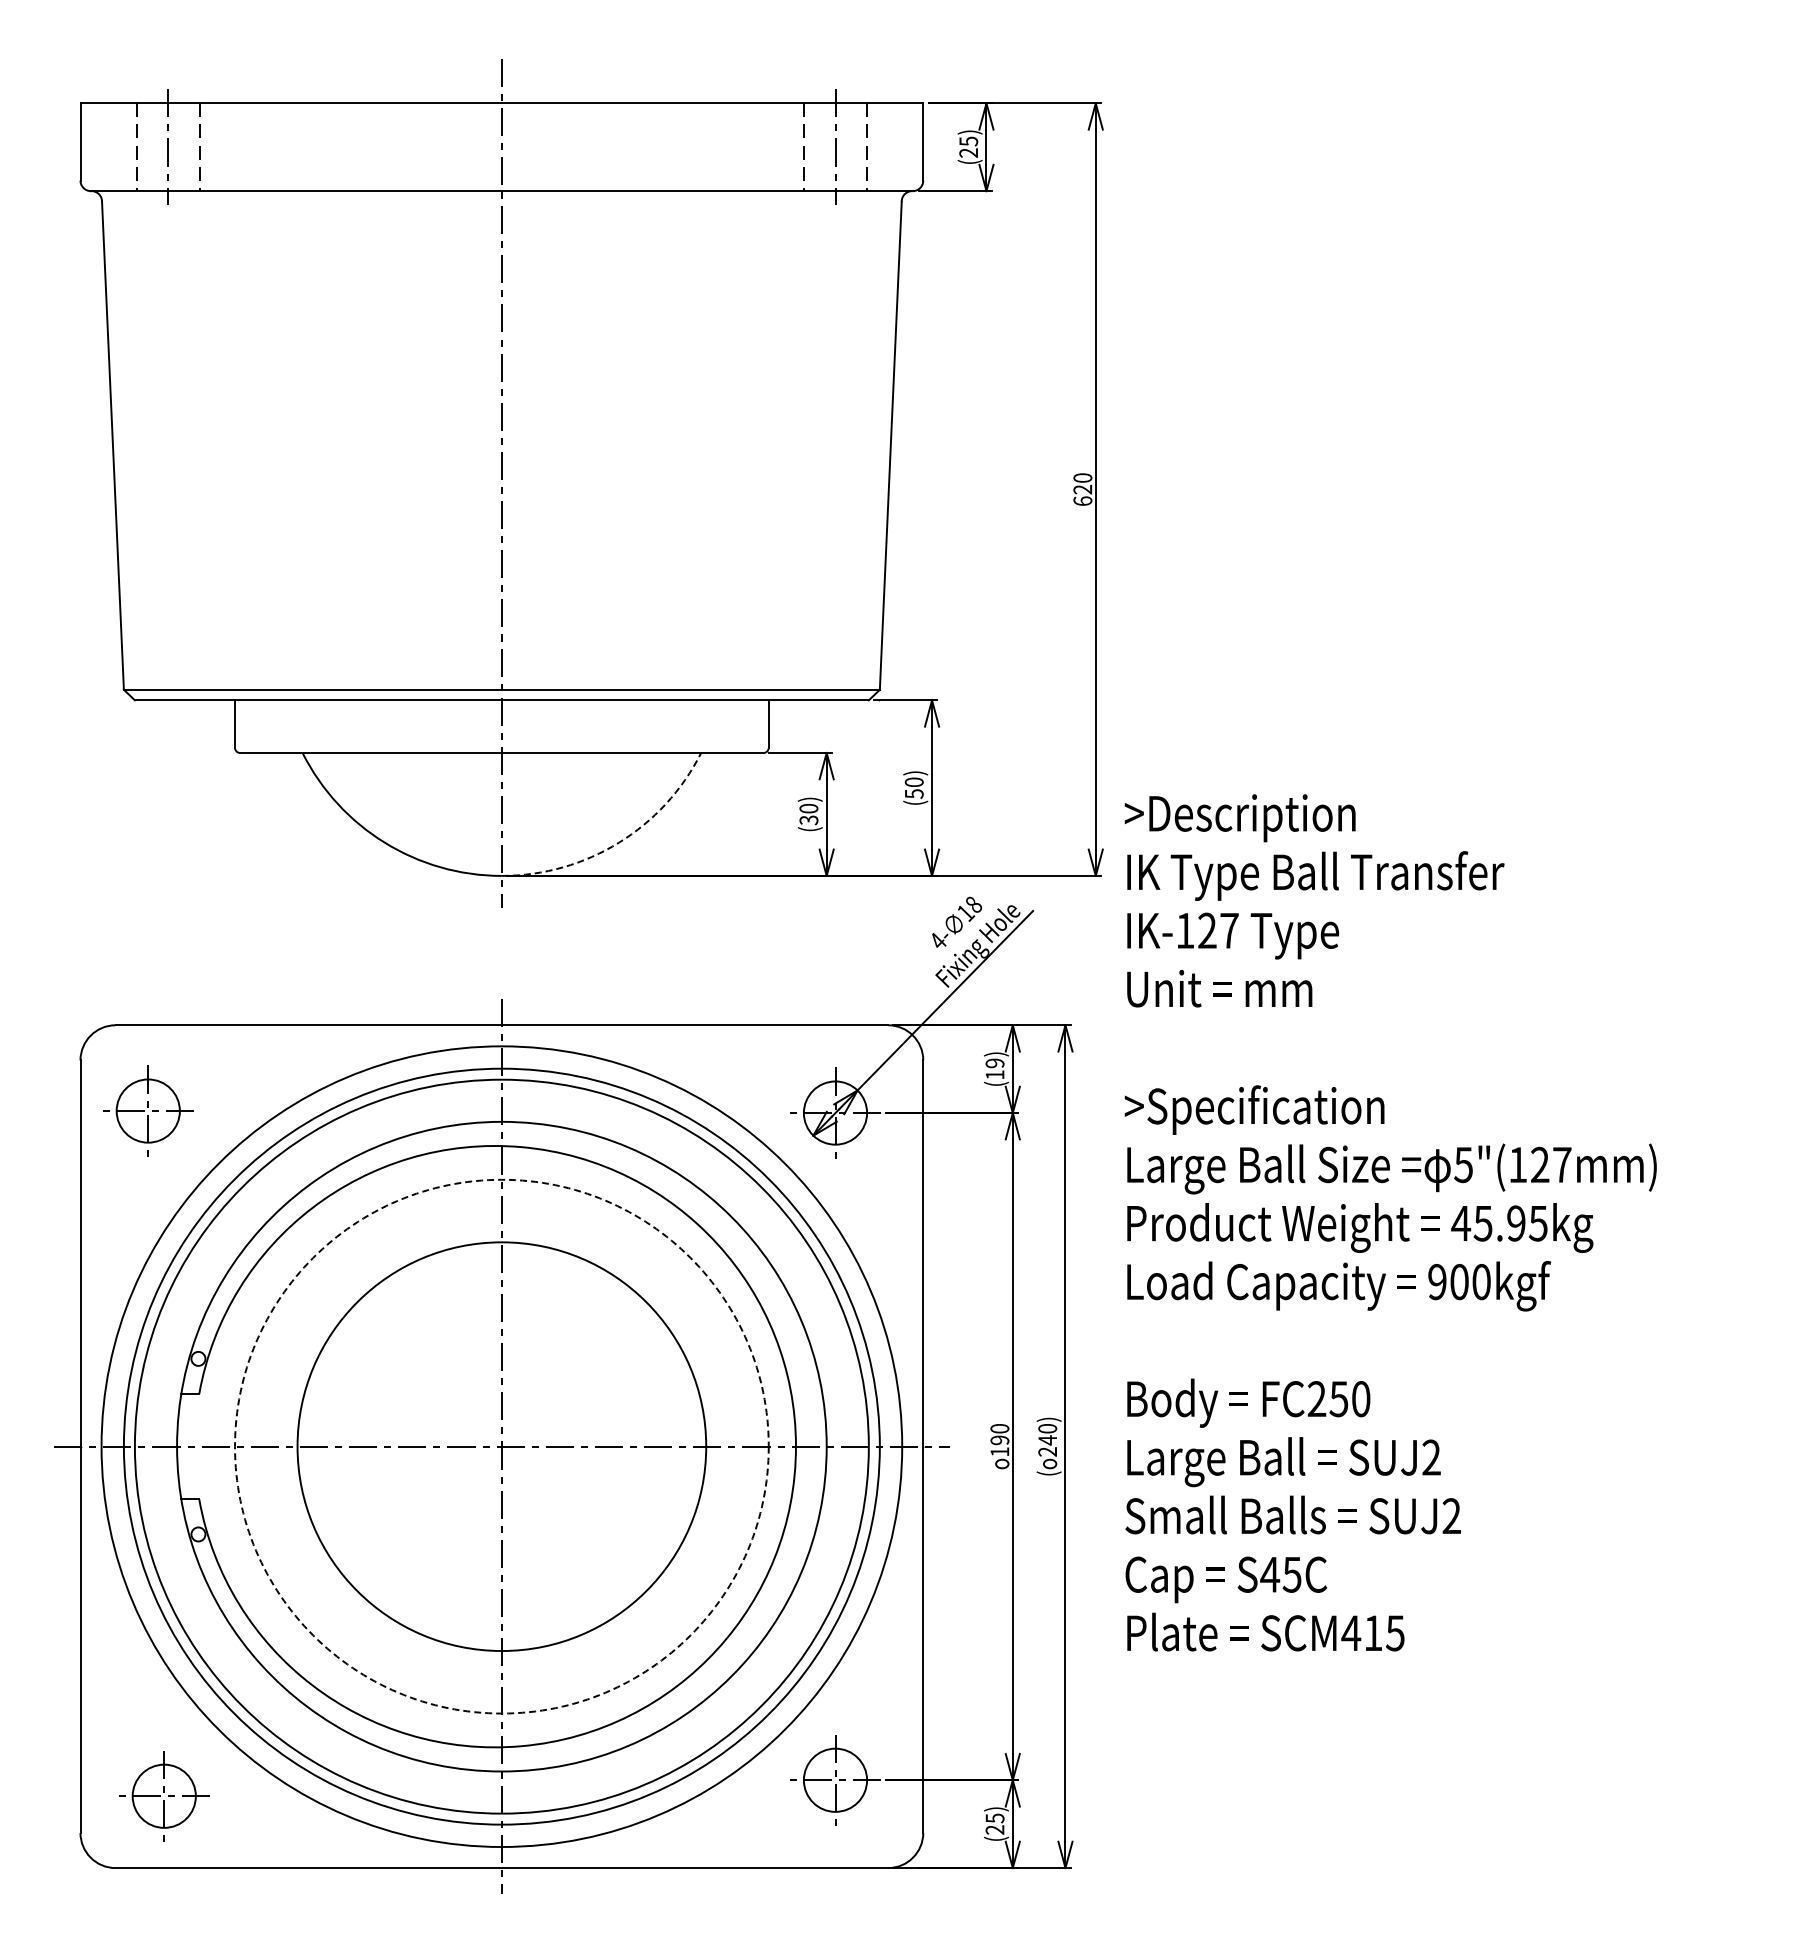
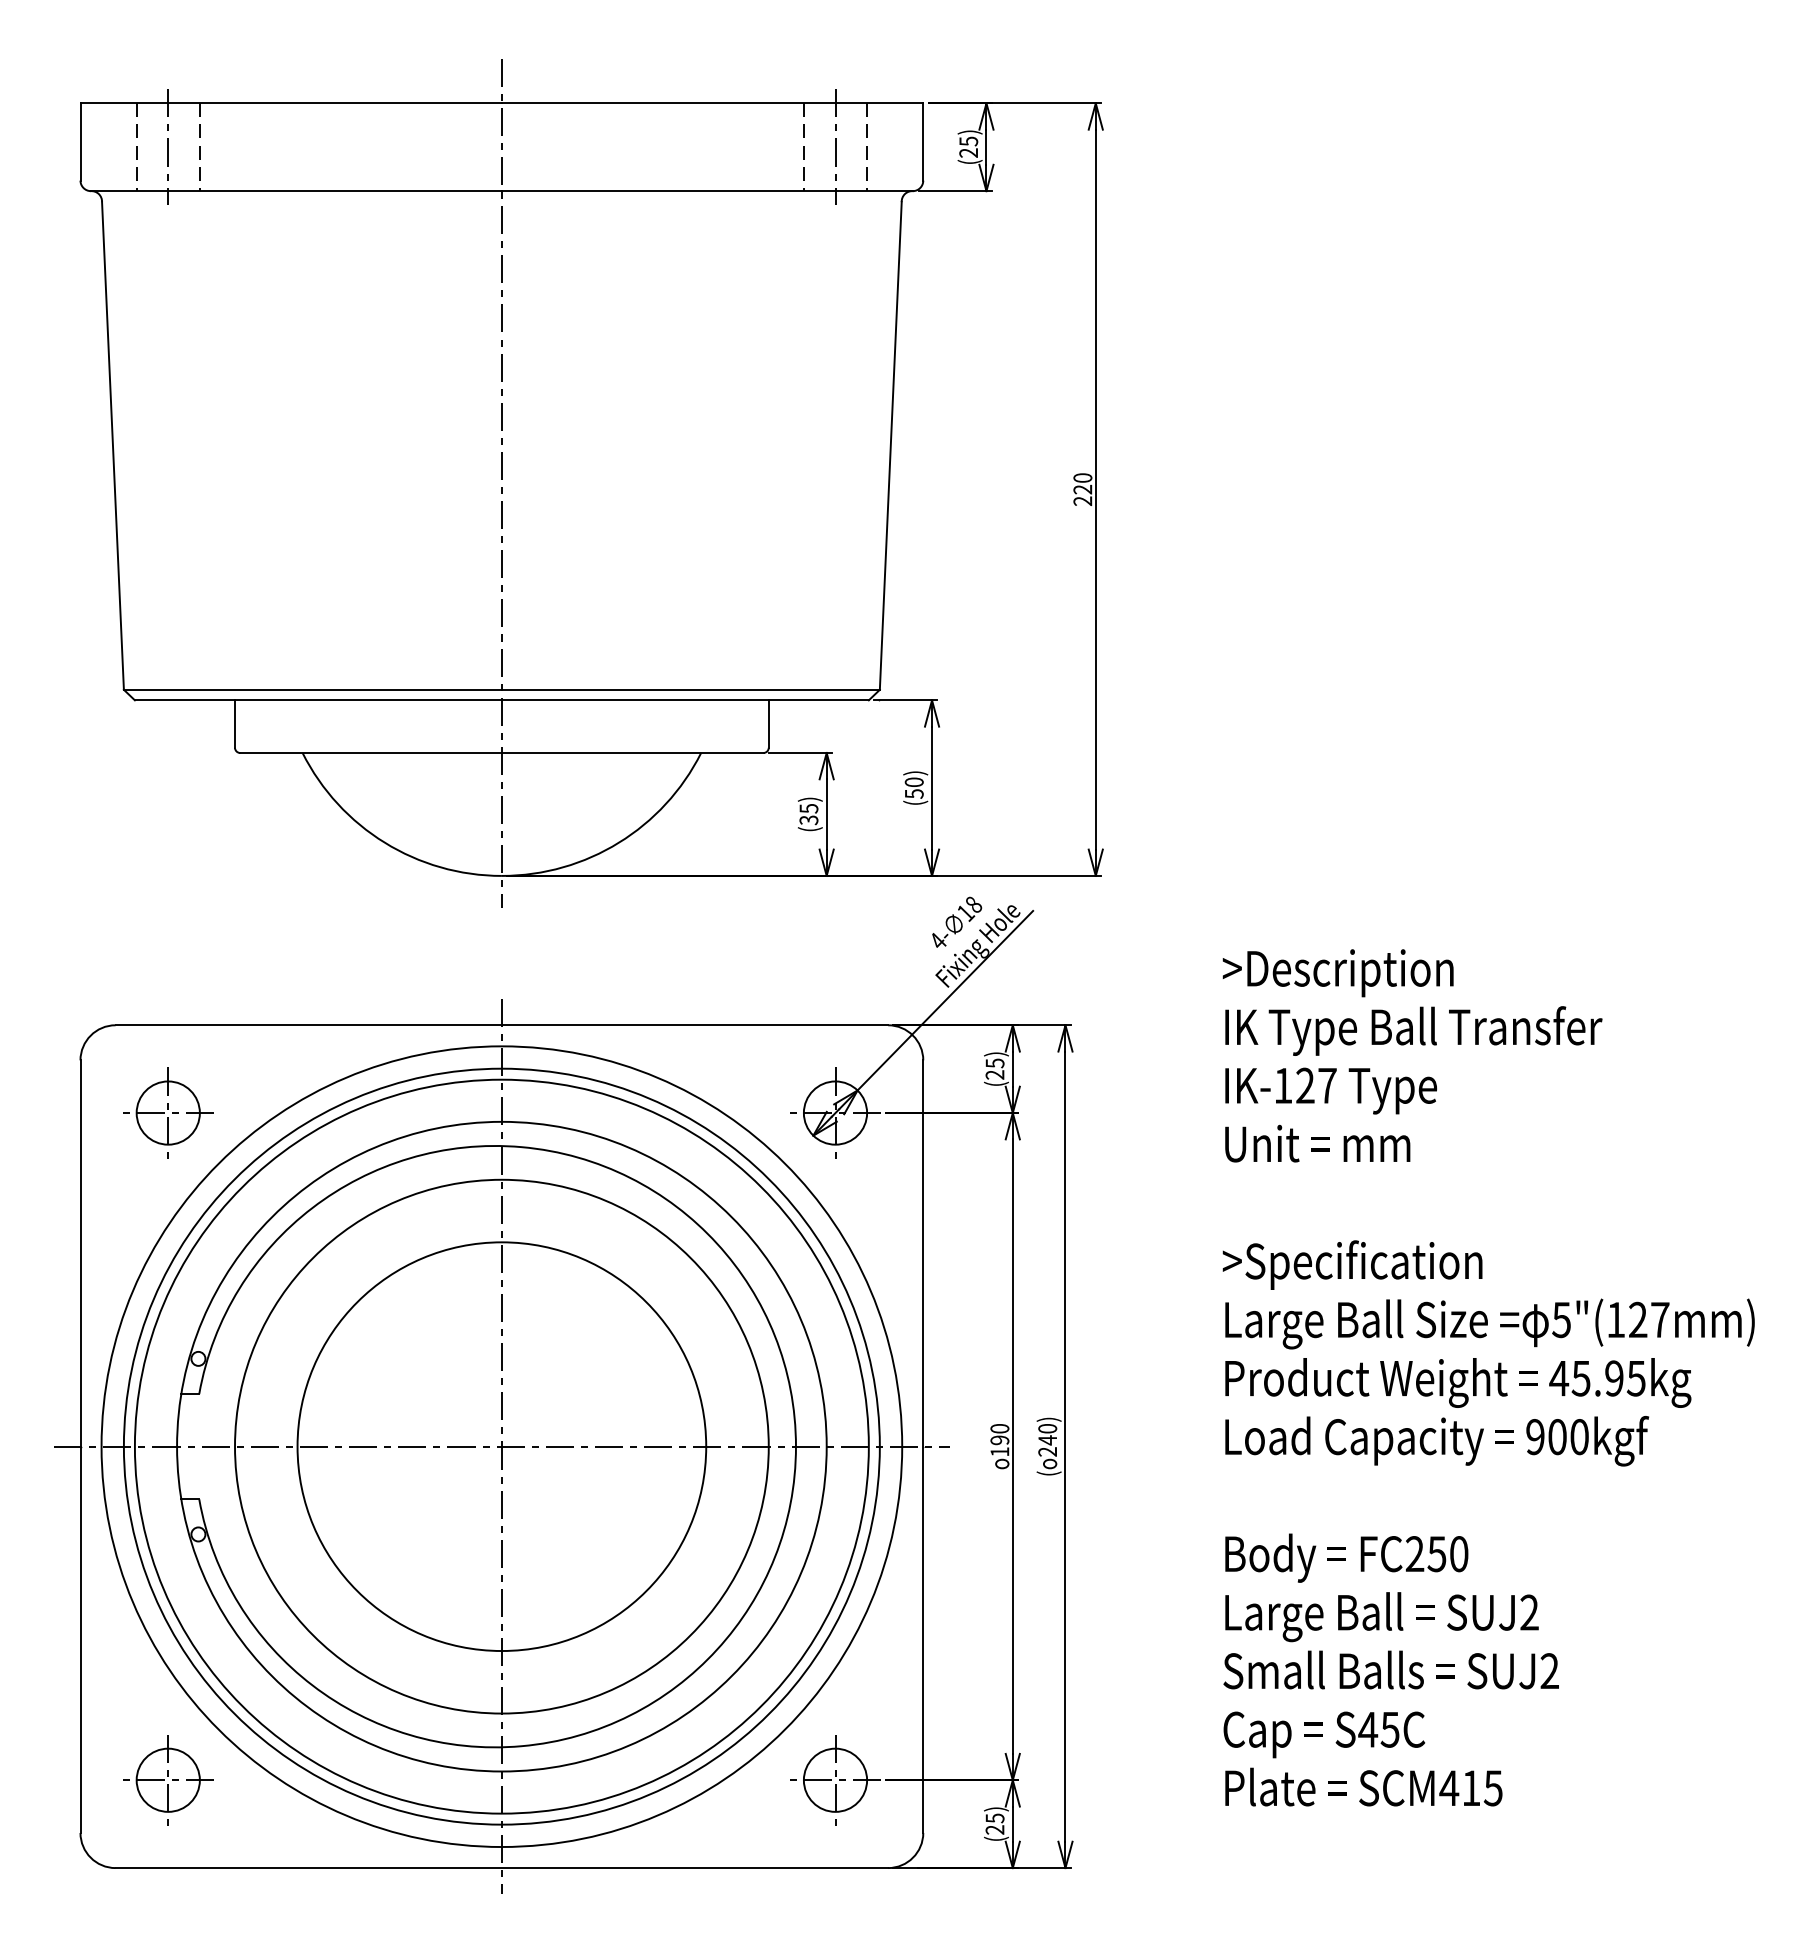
text at (1082, 500): 620 -> 220
text at (808, 808): (30) -> (35)
arc at (618, 842): dashed -> solid
text at (994, 1068): (19) -> (25)
part at (148, 1110) position: (148, 1110) -> (168, 1112)
text at (1390, 1222) position: (1390, 1222) -> (1488, 1377)
circle at (501, 1446): dashed -> solid
part at (164, 1796) position: (164, 1796) -> (168, 1780)
